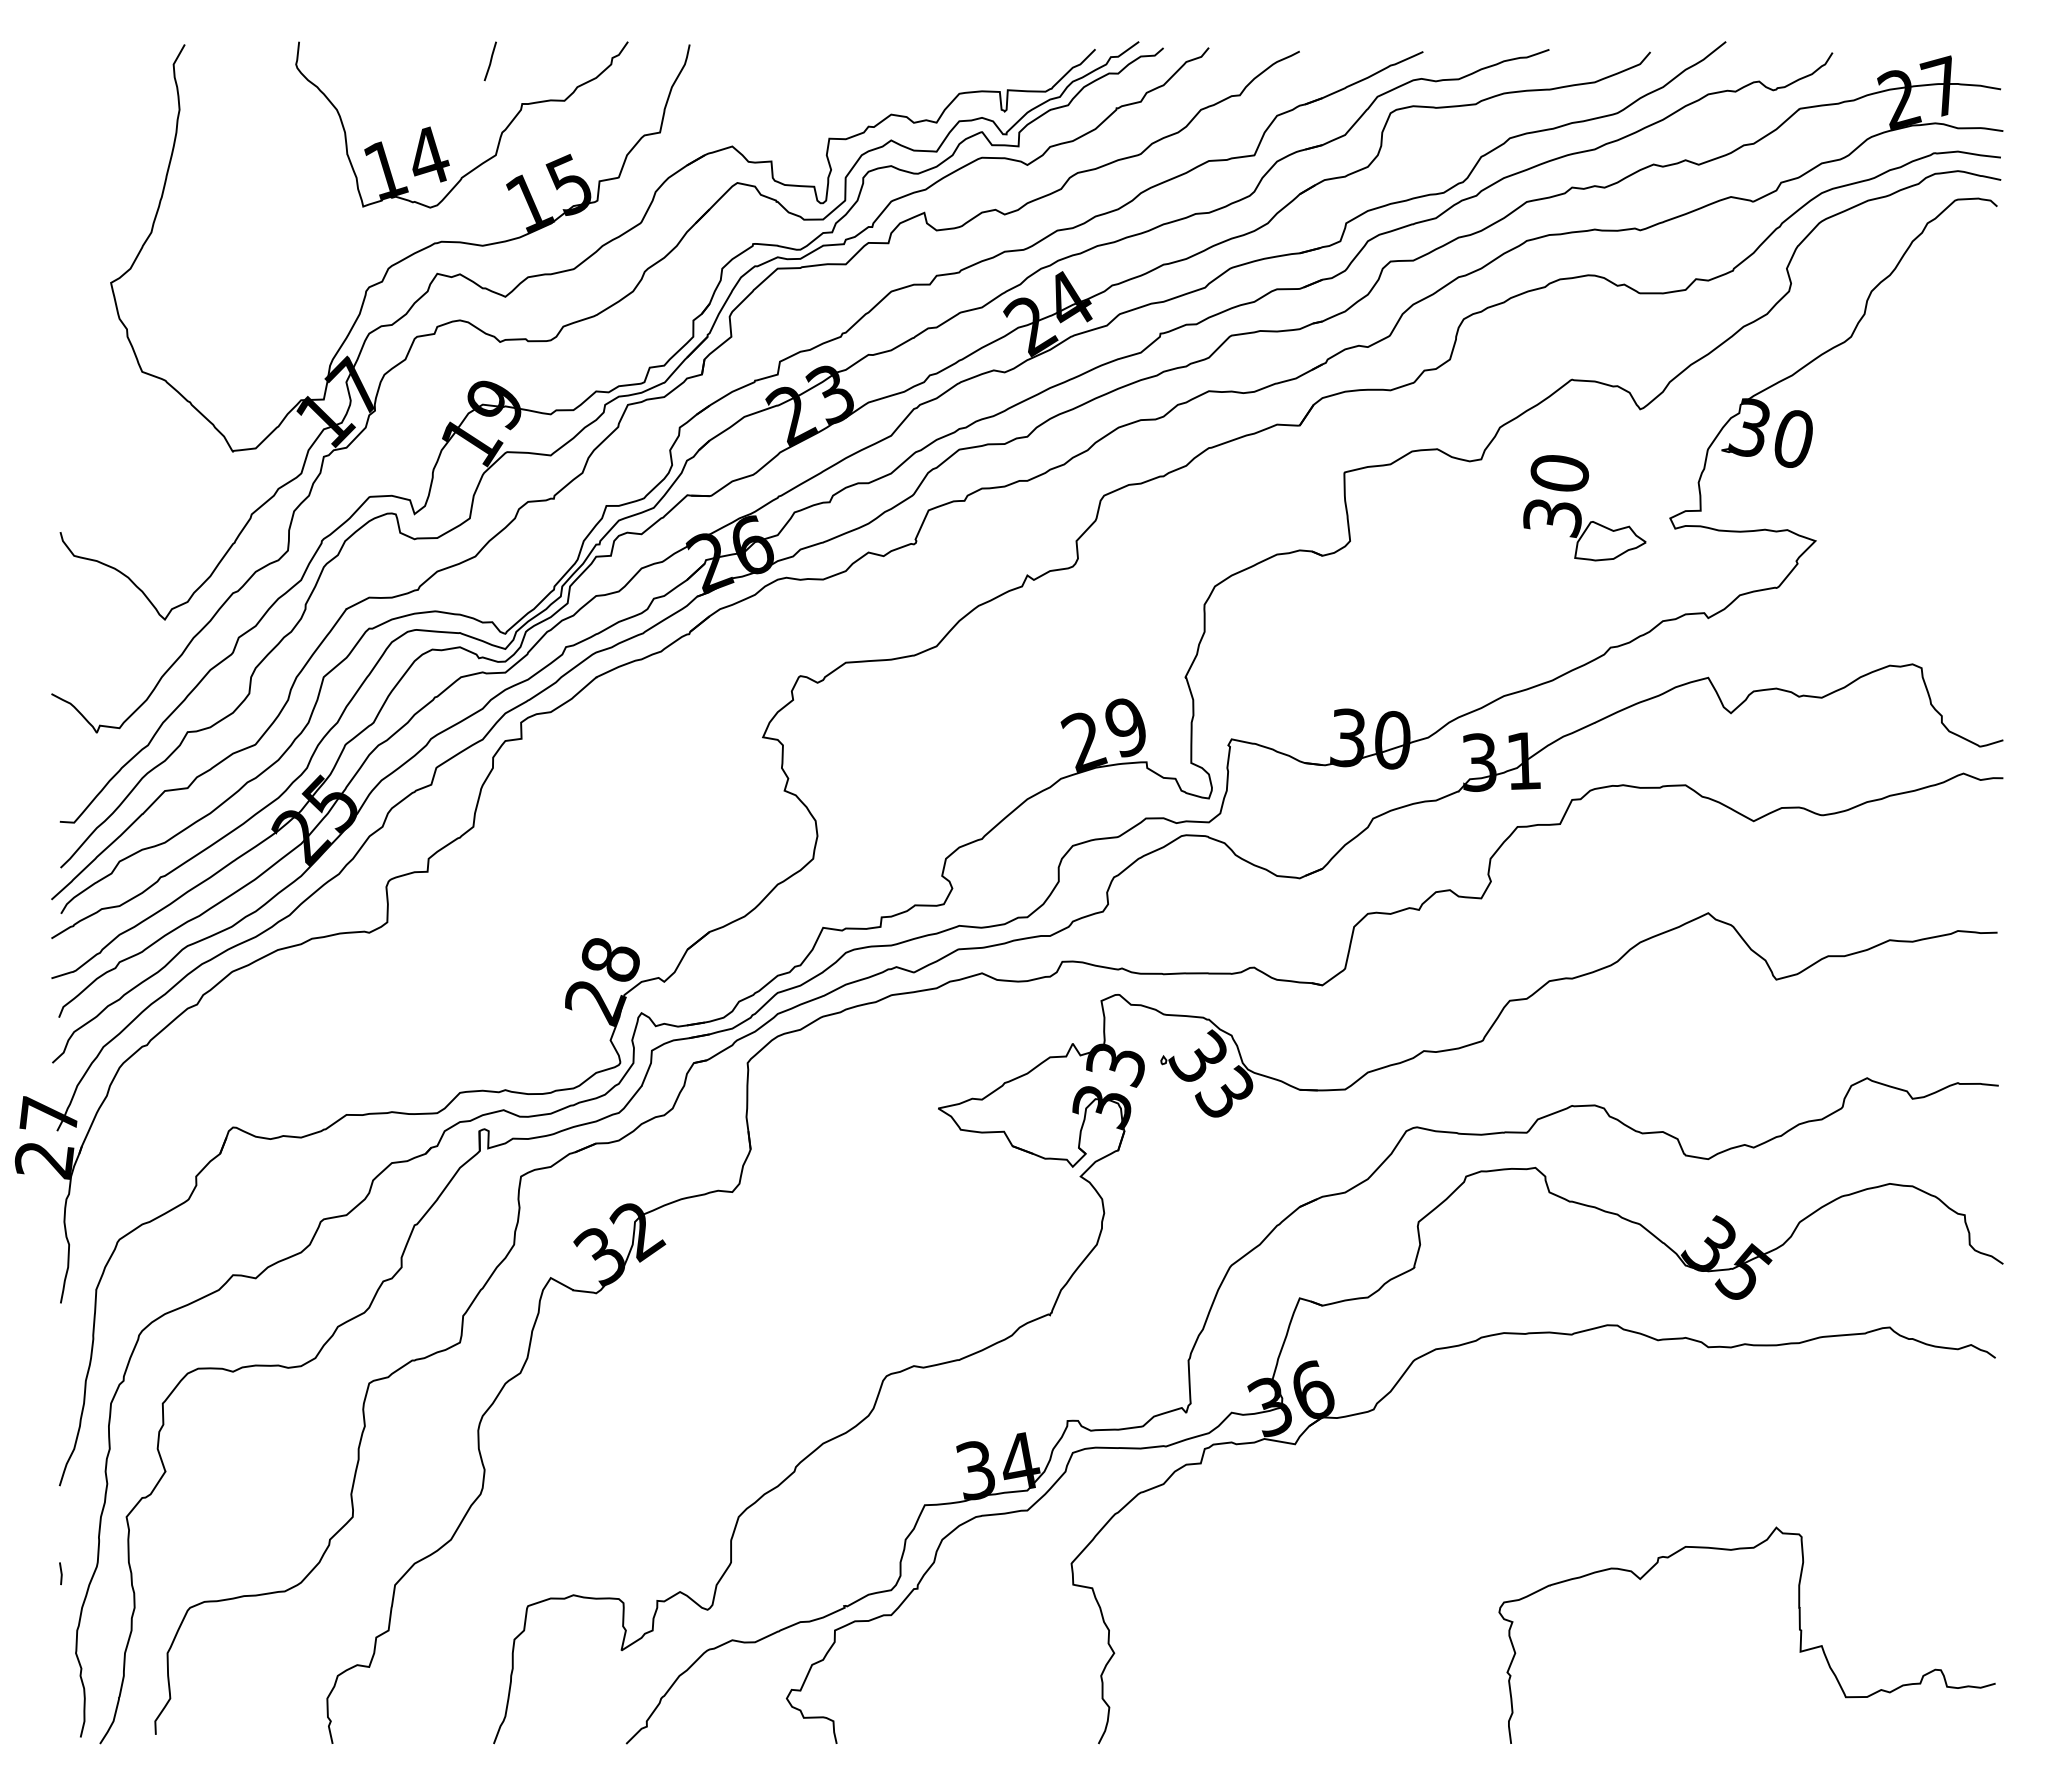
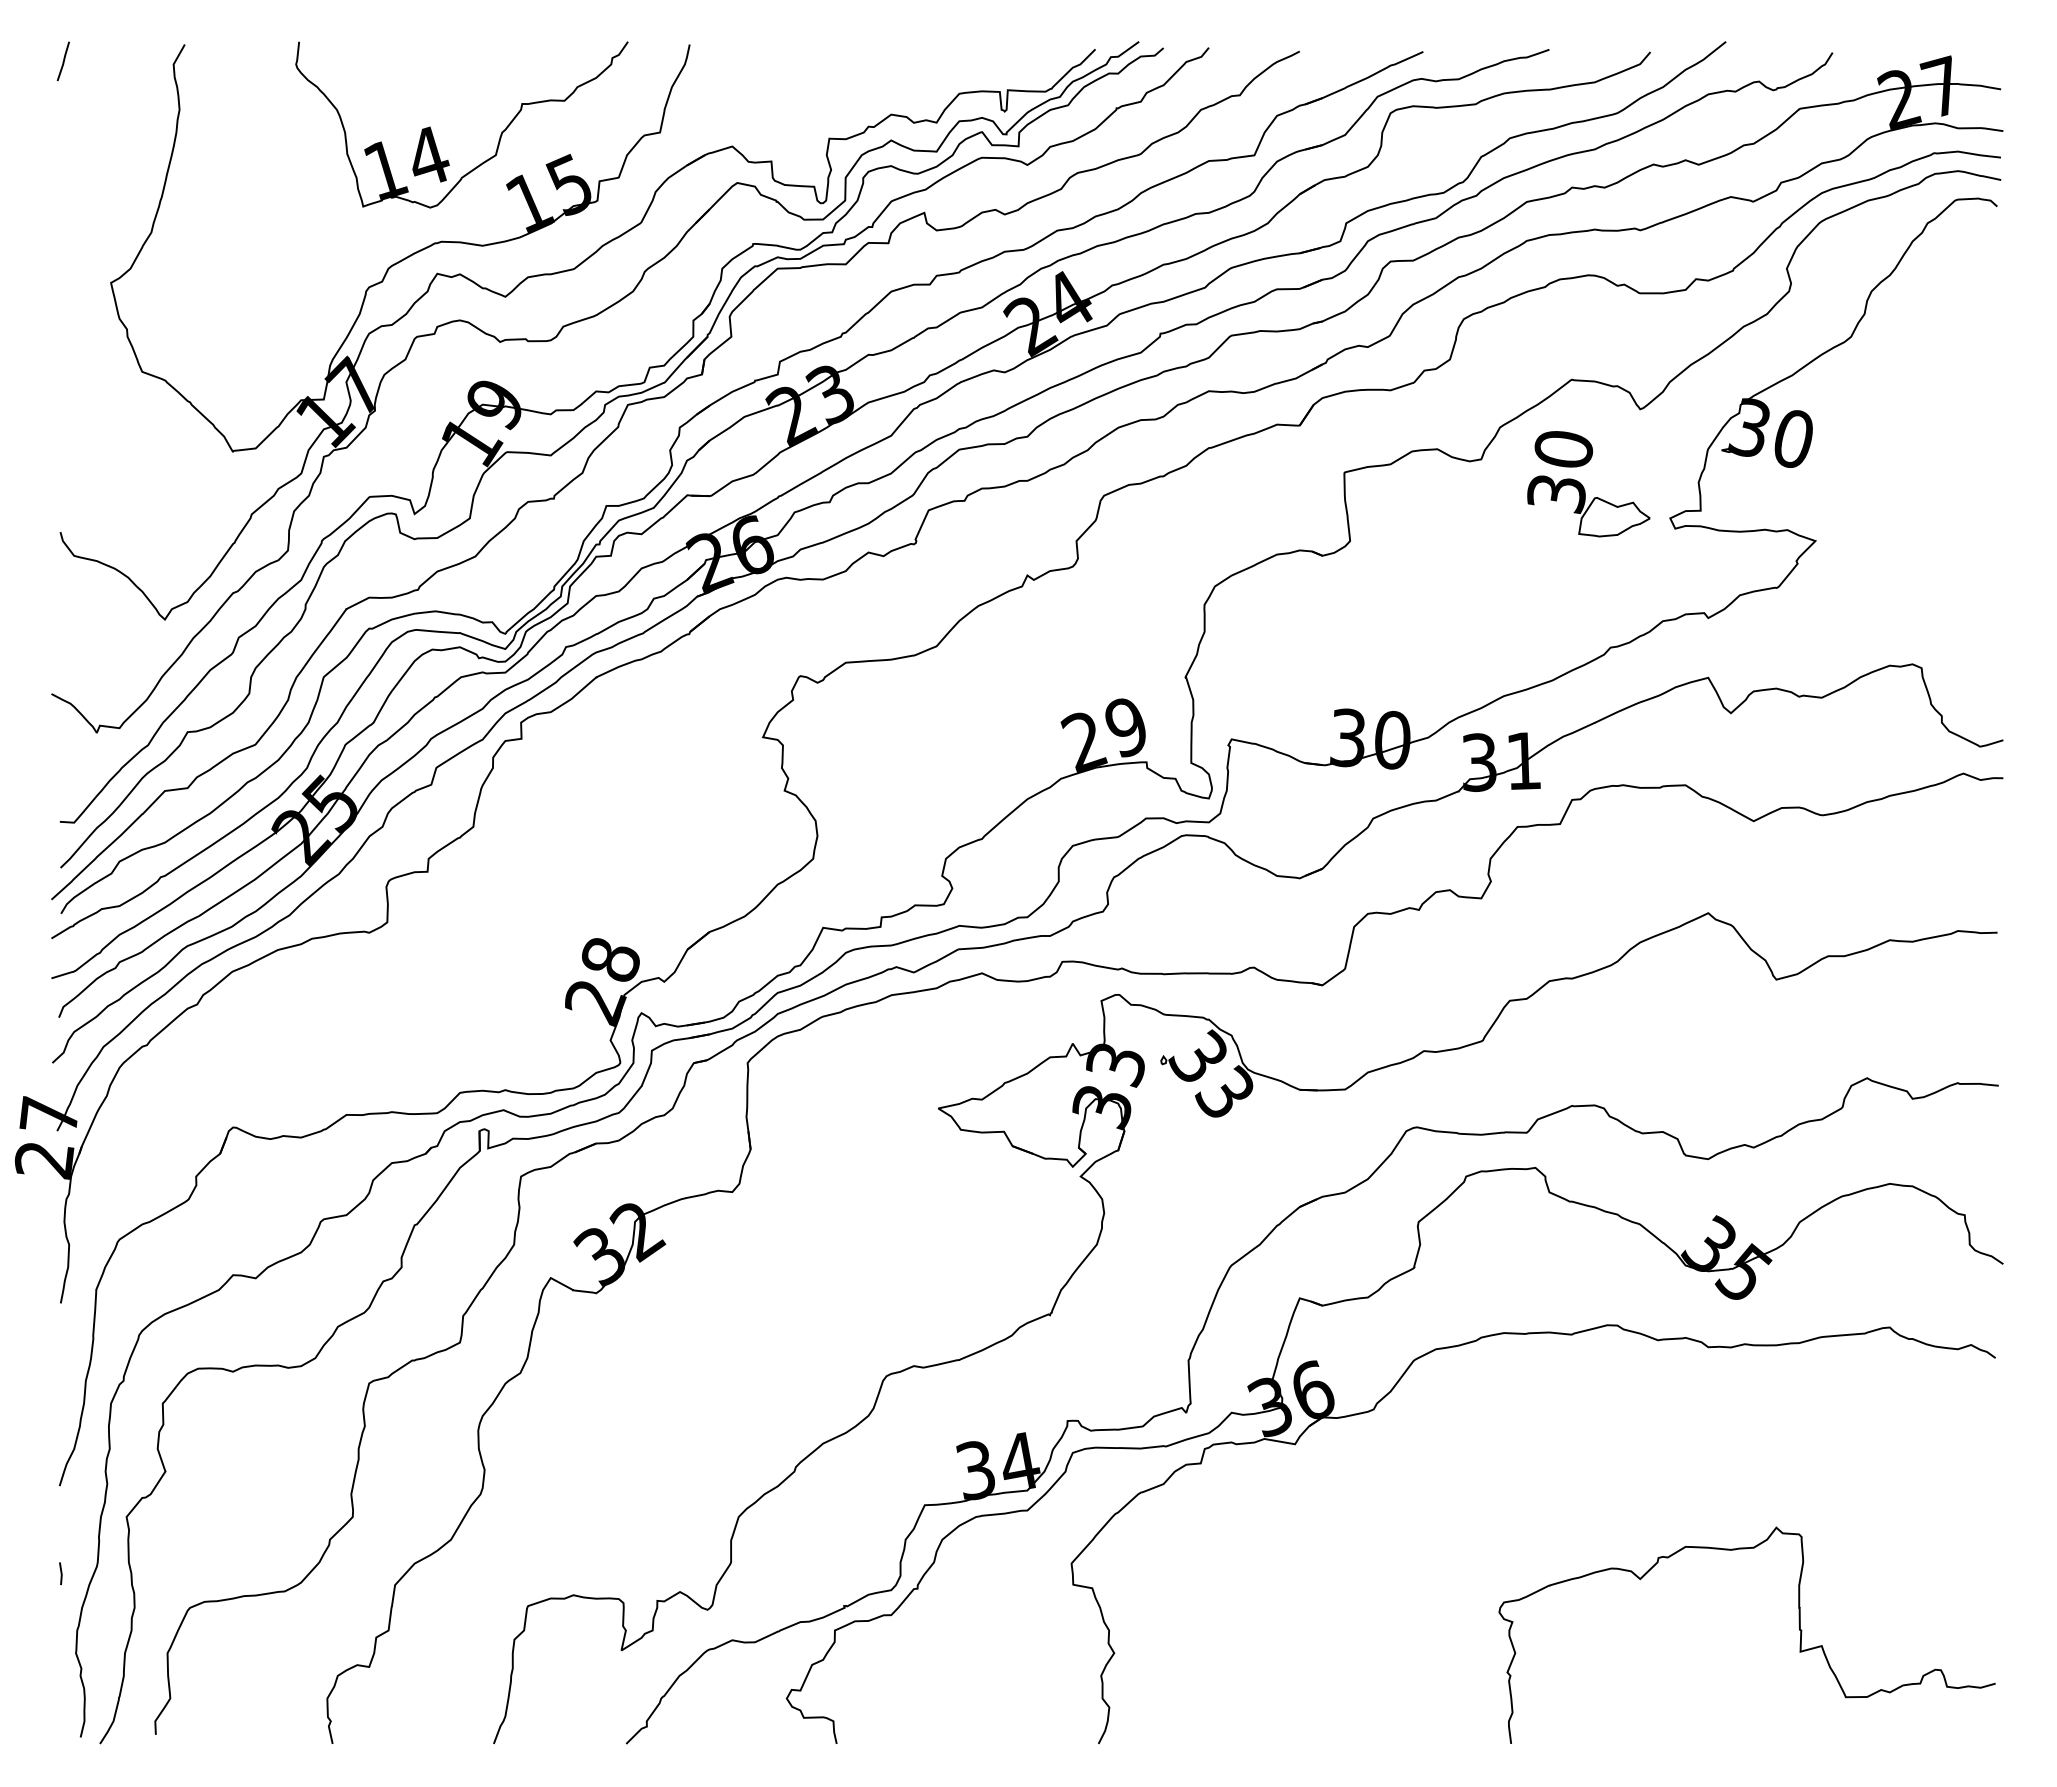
line at (489, 61) position: (489, 61) -> (62, 61)
part at (1584, 508) position: (1584, 508) -> (1588, 484)
